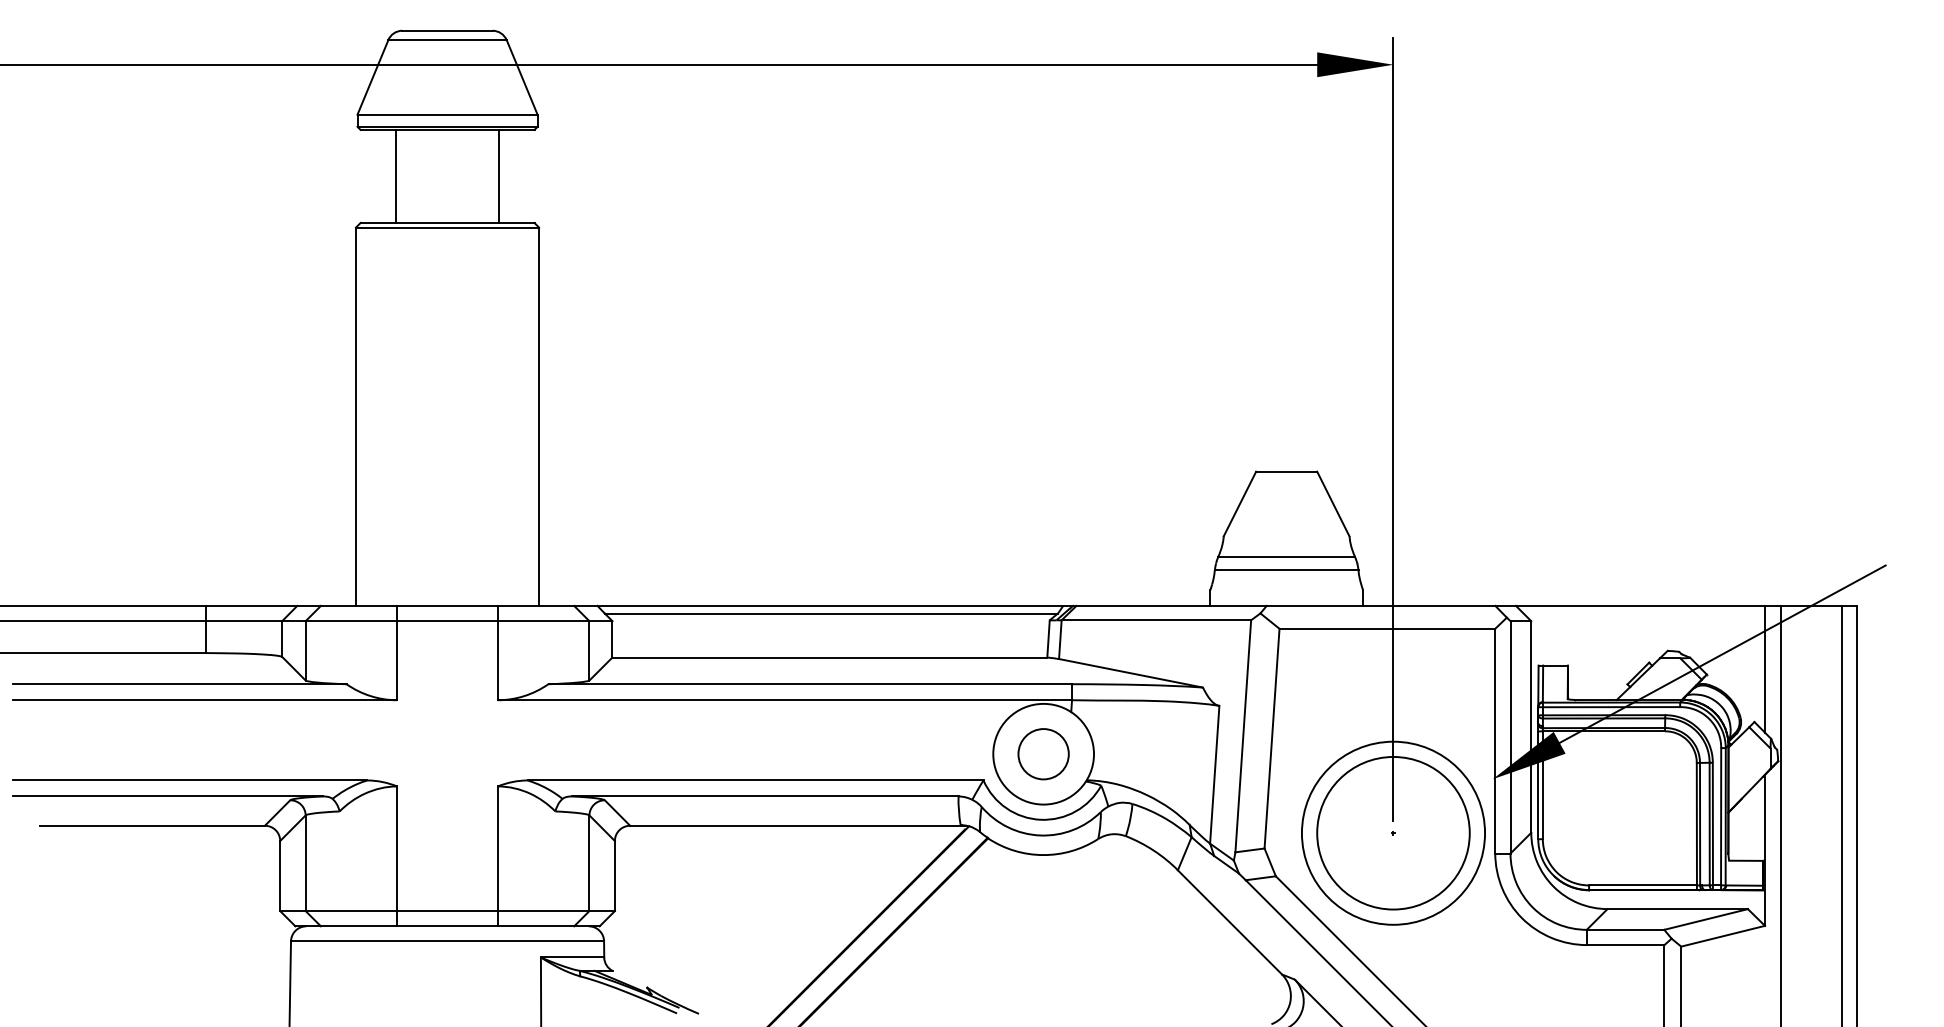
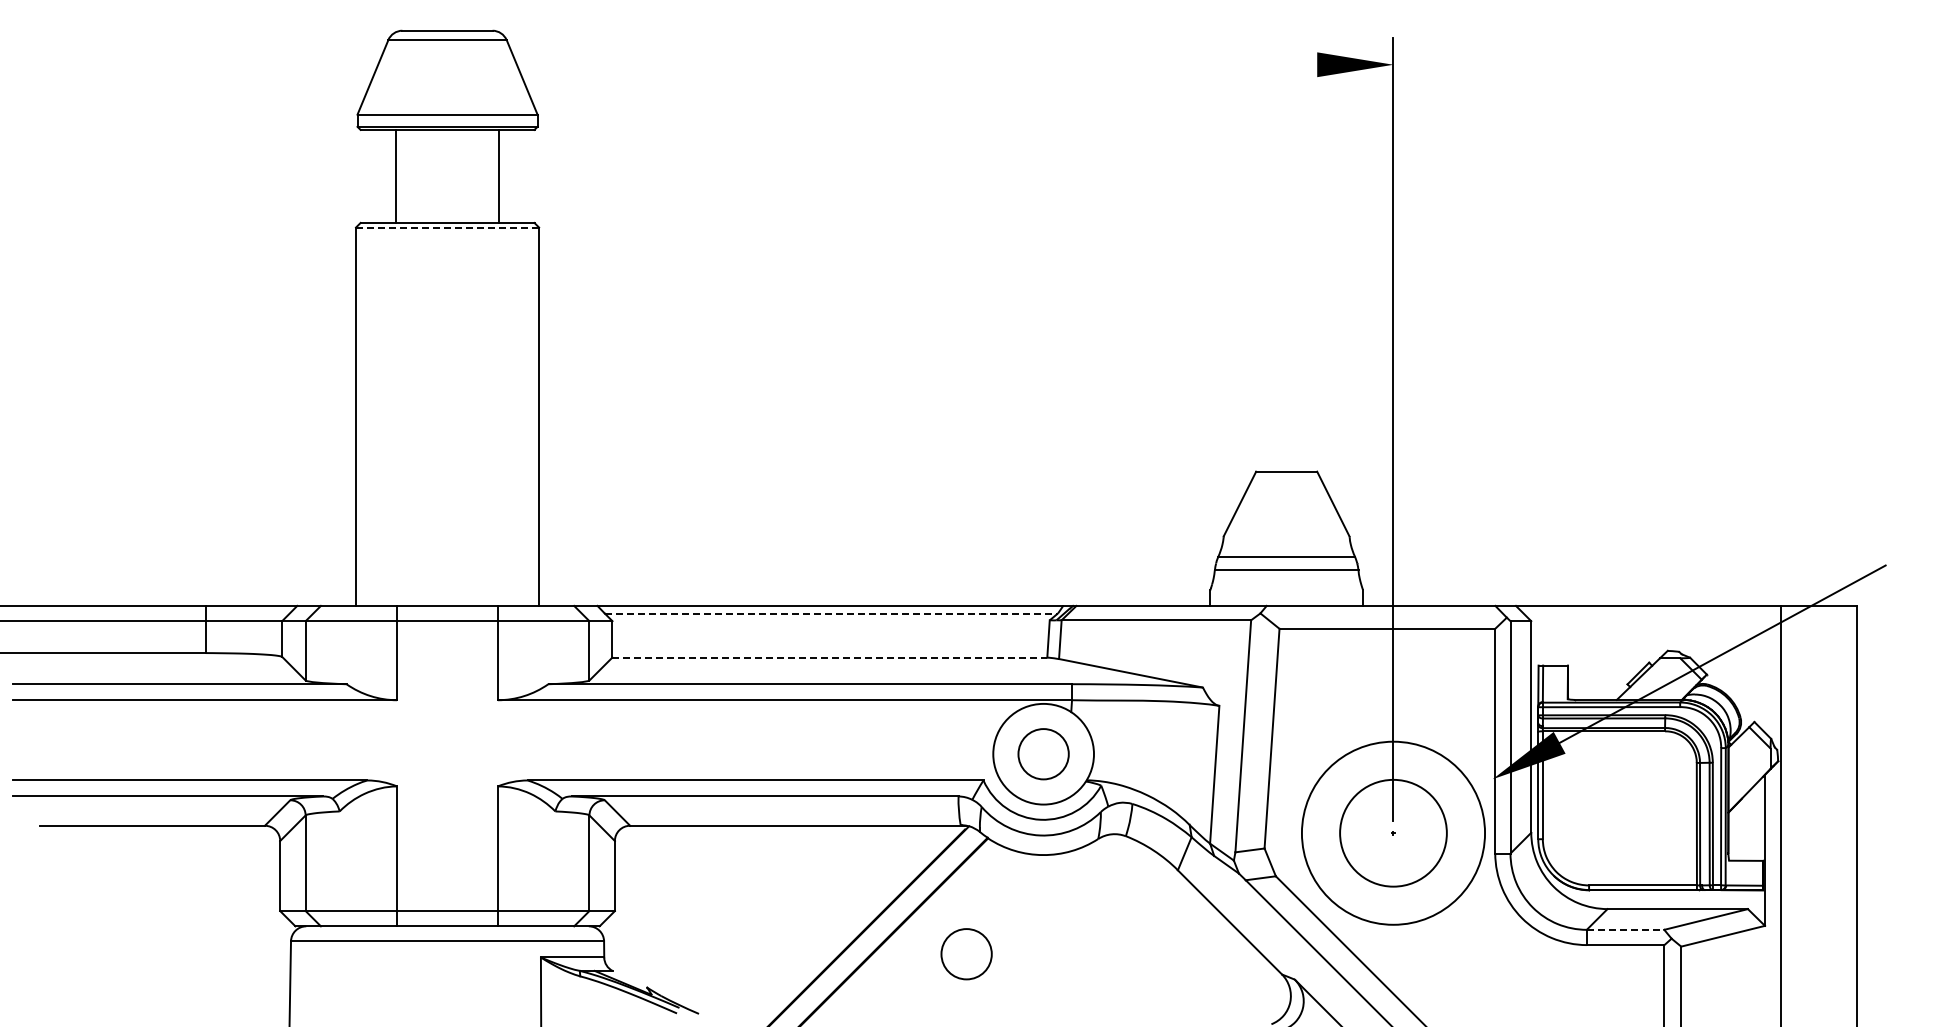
line at (659, 64): present -> none
line at (447, 227): solid -> dashed
line at (831, 613): solid -> dashed
line at (830, 657): solid -> dashed
line at (1764, 668): present -> none
line at (1841, 814): present -> none
circle at (1393, 832) diameter: 153 px -> 107 px
line at (1625, 929): solid -> dashed
circle at (966, 954): none -> present
